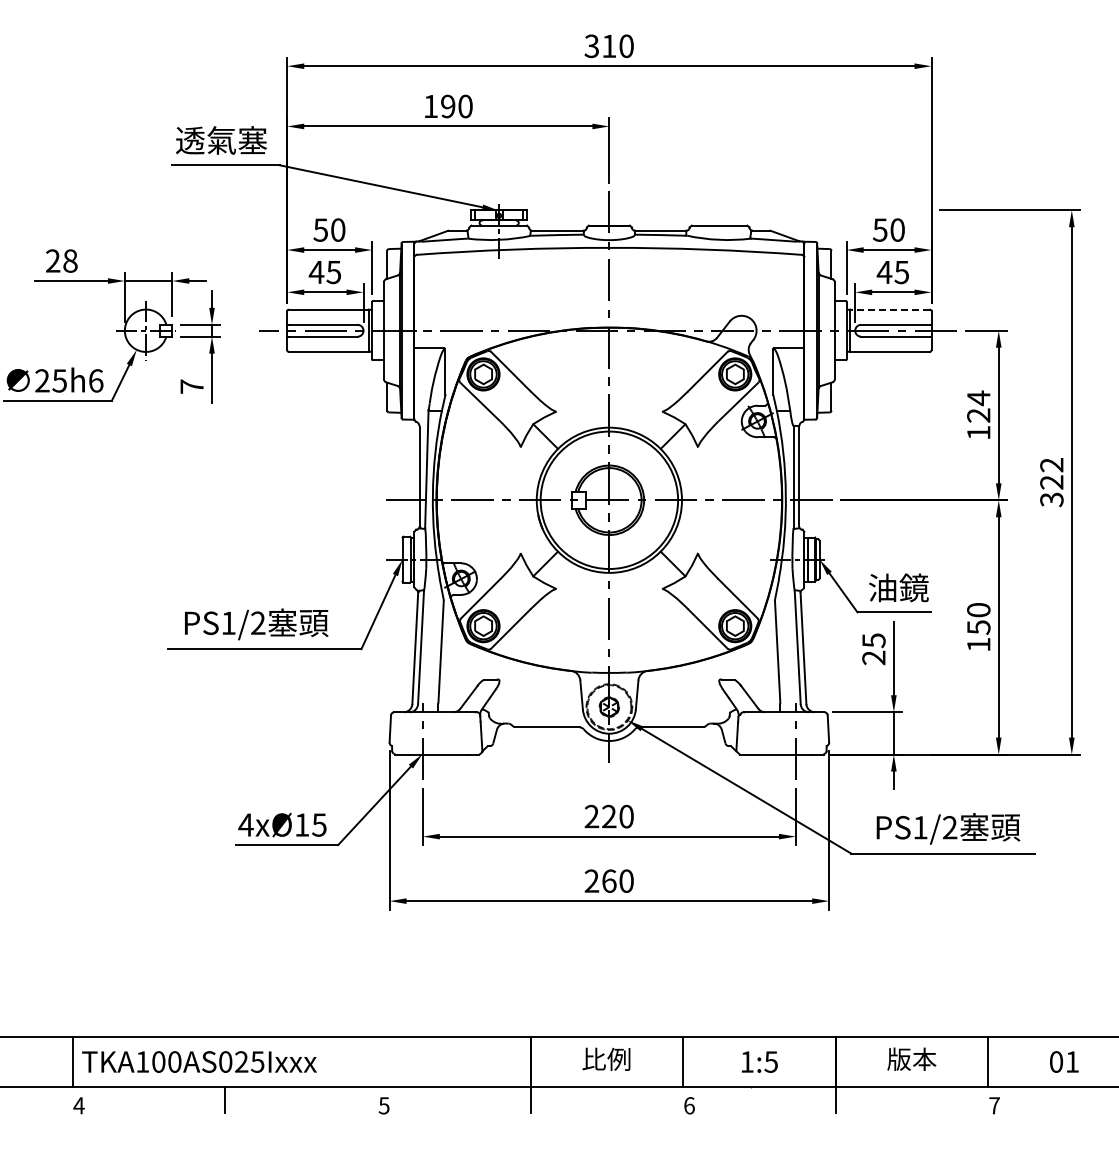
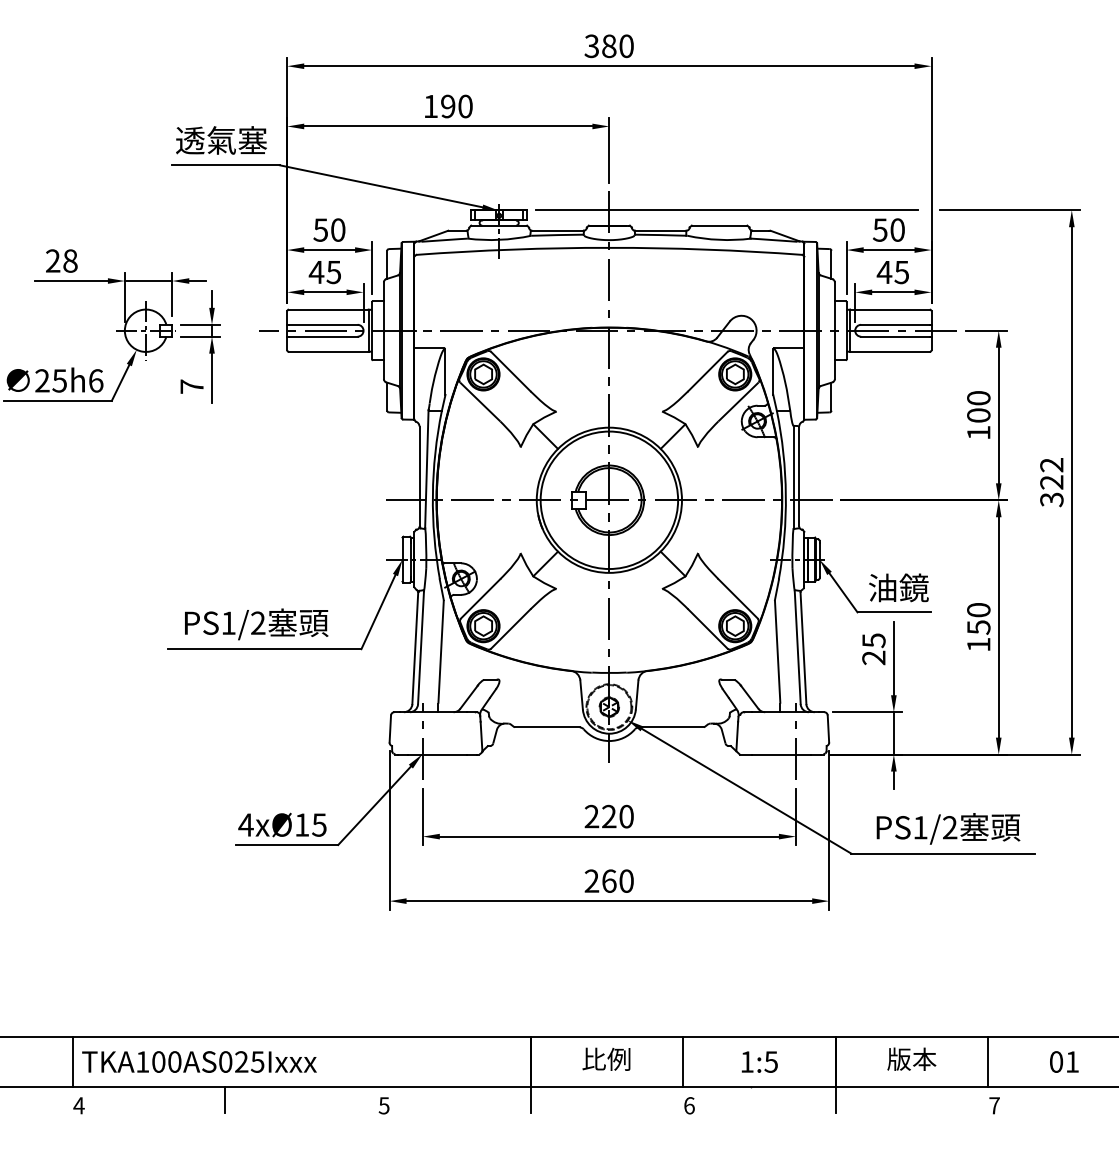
text at (609, 46): 310 -> 380
line at (726, 210): none -> present
line at (889, 309): dashed -> solid
text at (978, 406): 124 -> 100
